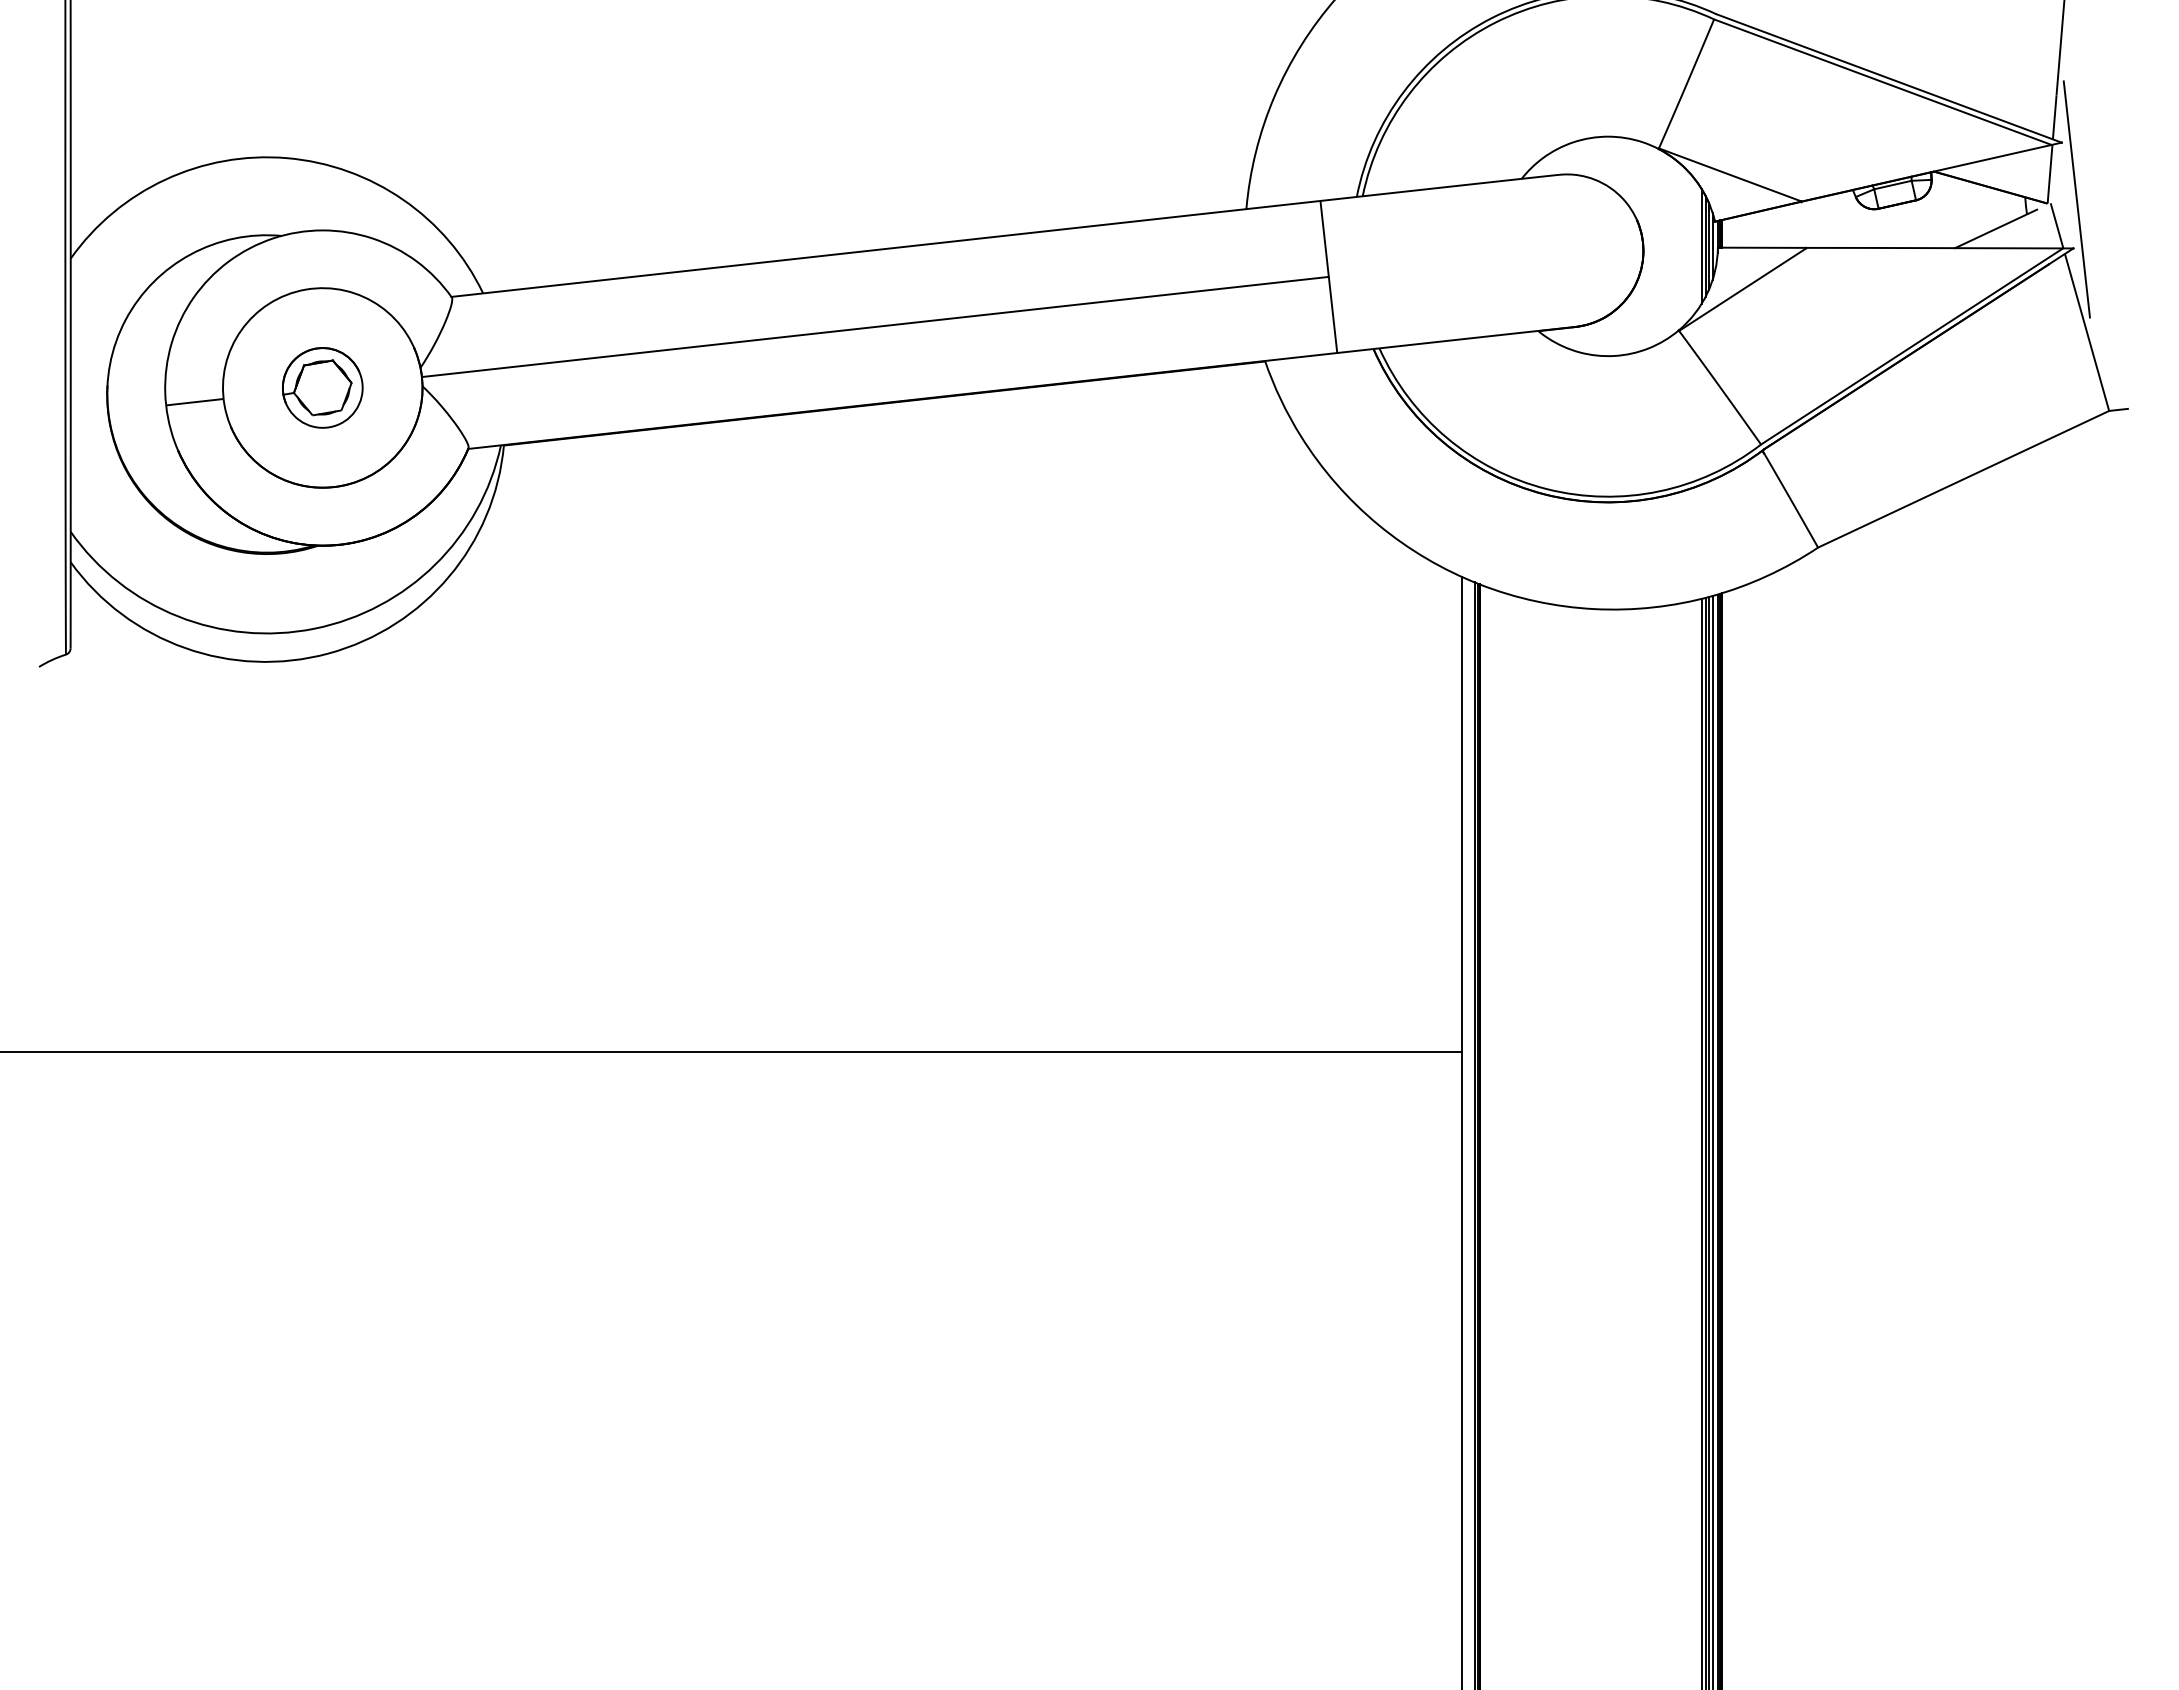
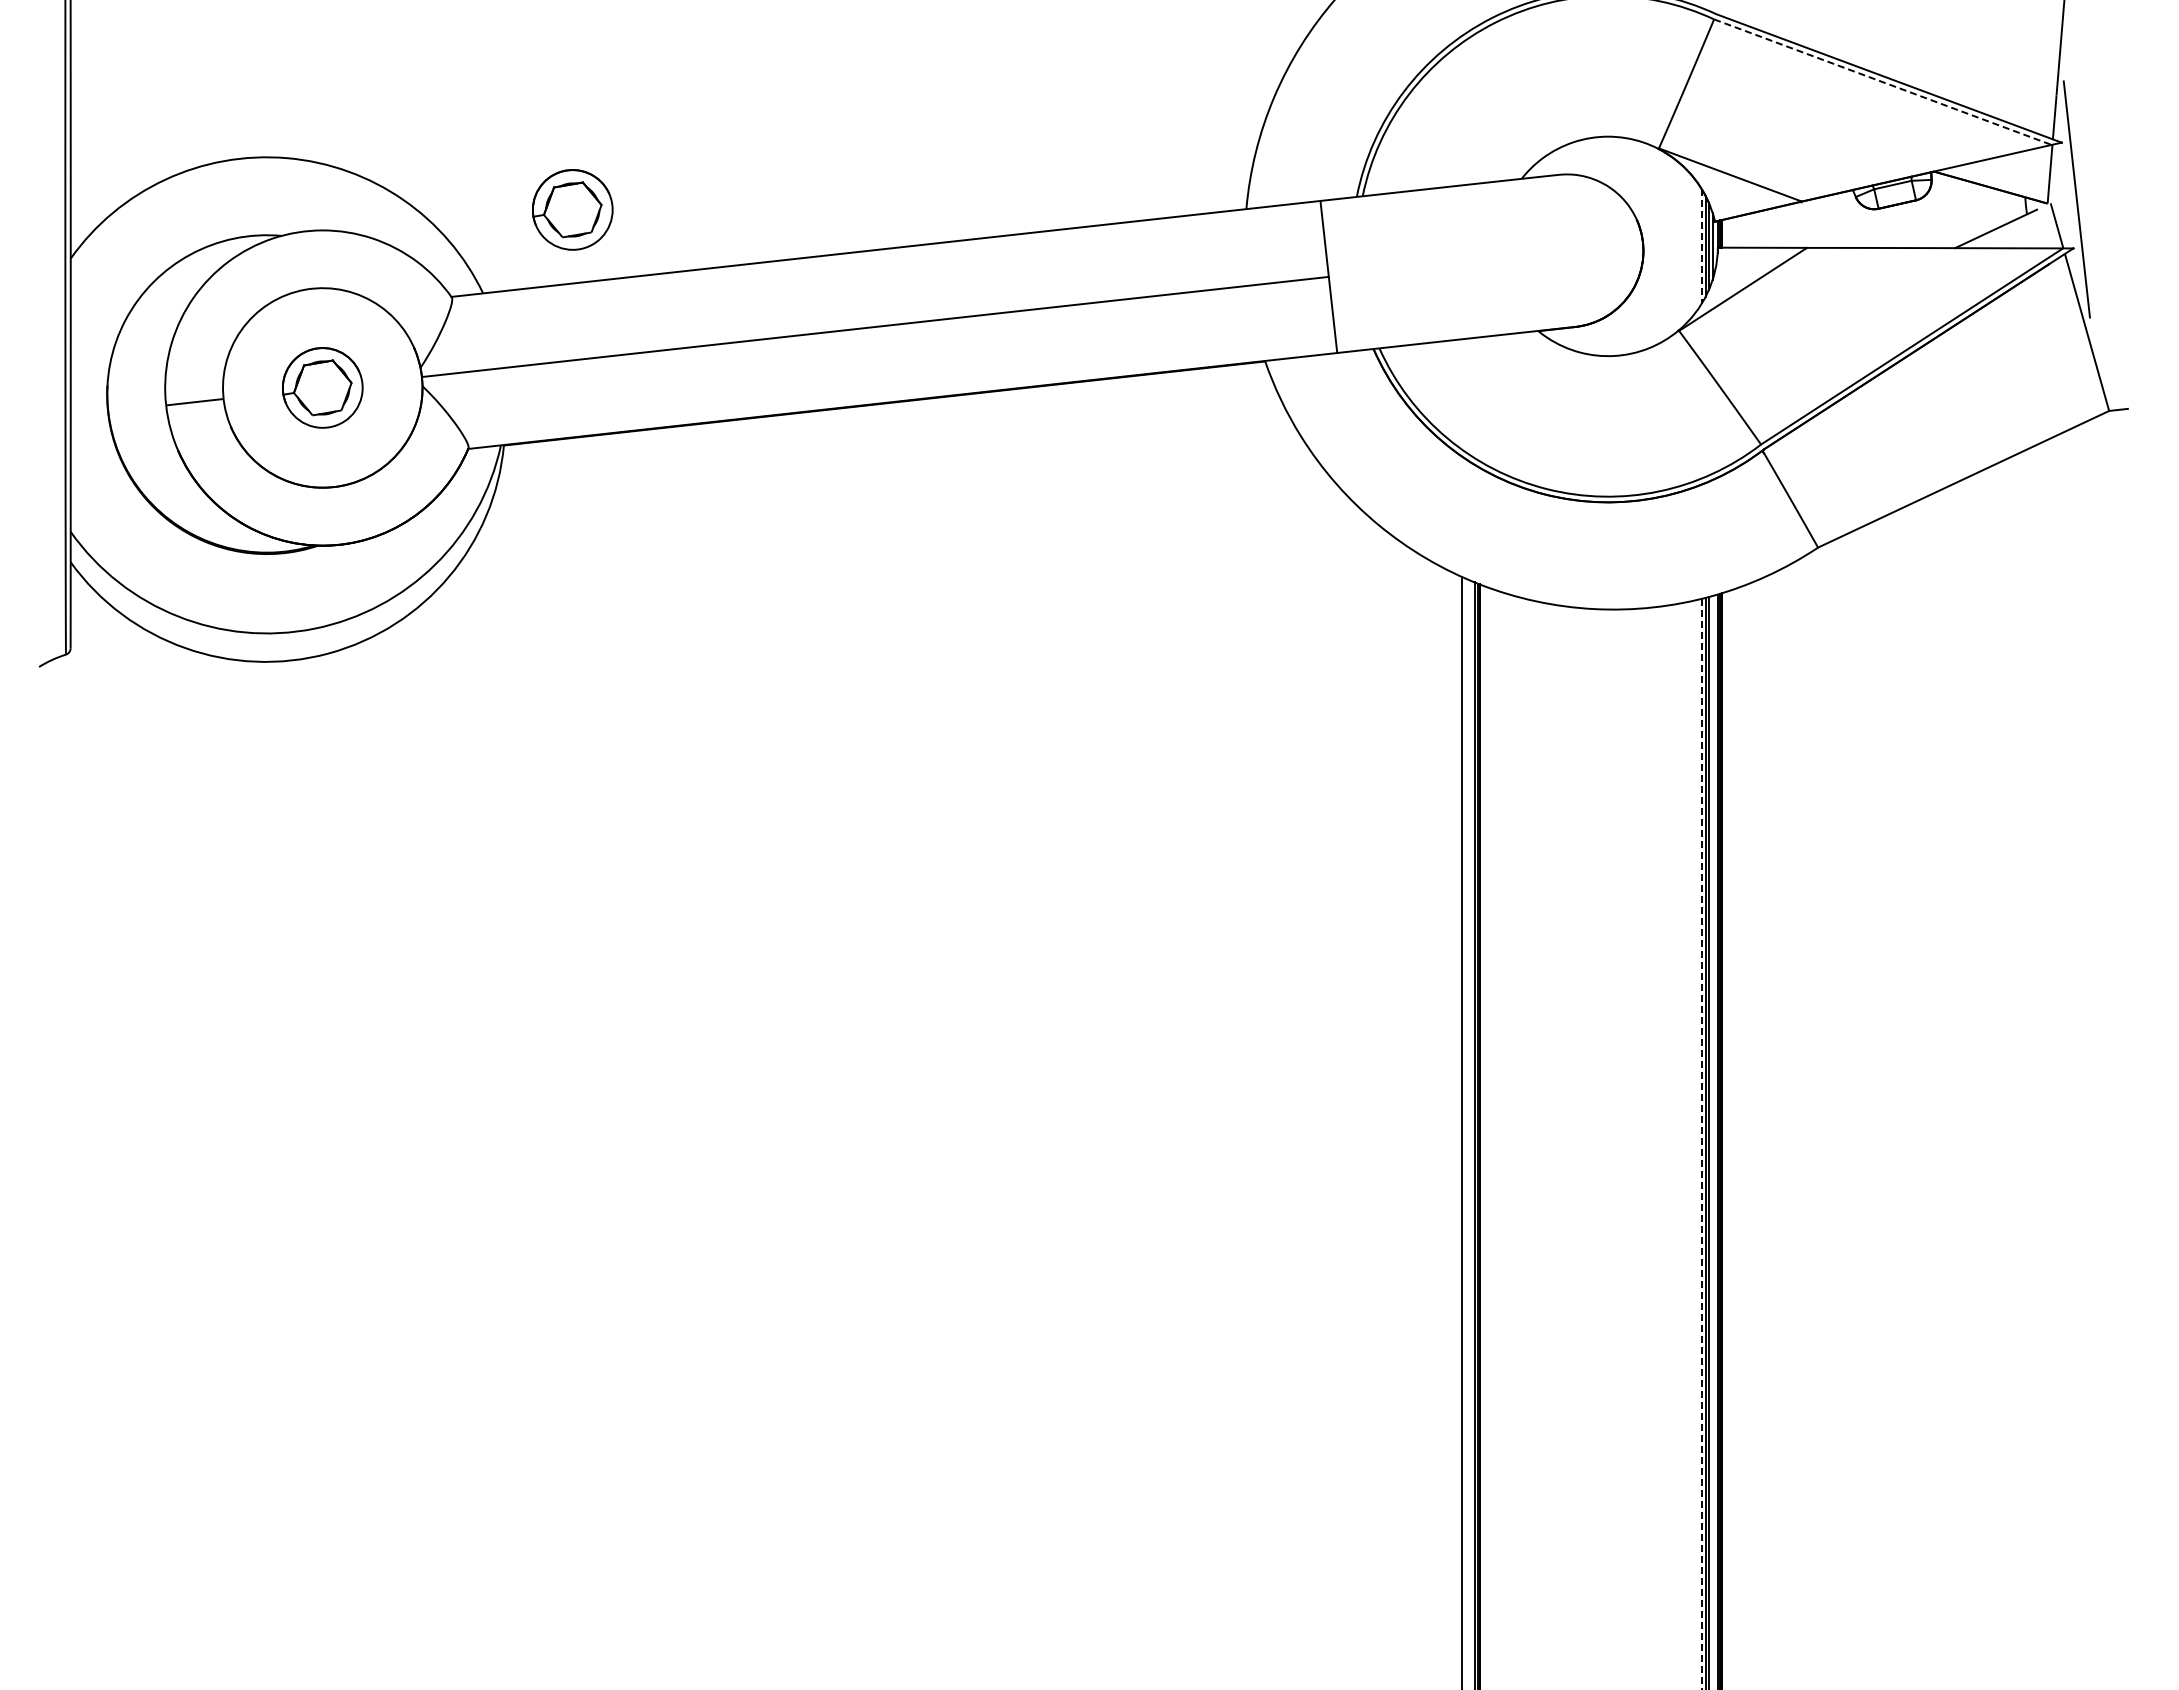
line at (1883, 82): solid -> dashed
part at (572, 209): none -> present
line at (1701, 246): solid -> dashed
line at (732, 1052): present -> none
line at (1712, 1141): present -> none
line at (1701, 1144): solid -> dashed
